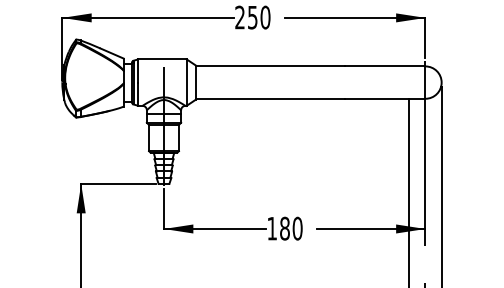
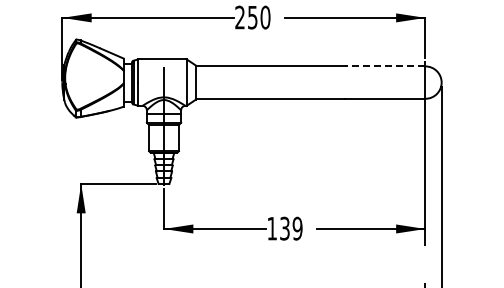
line at (384, 66): solid -> dashed
line at (409, 191): present -> none
text at (291, 228): 180 -> 139
